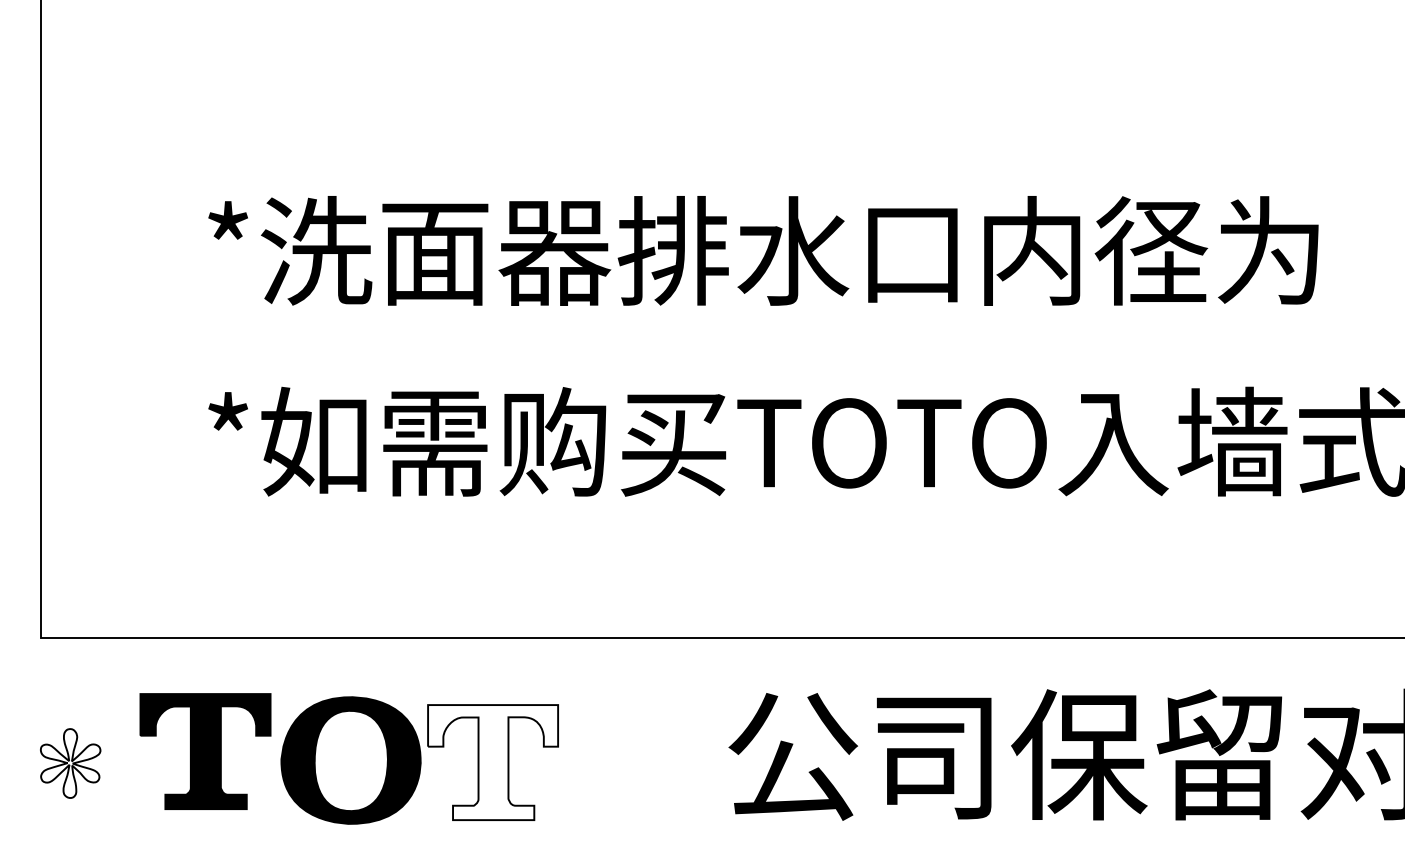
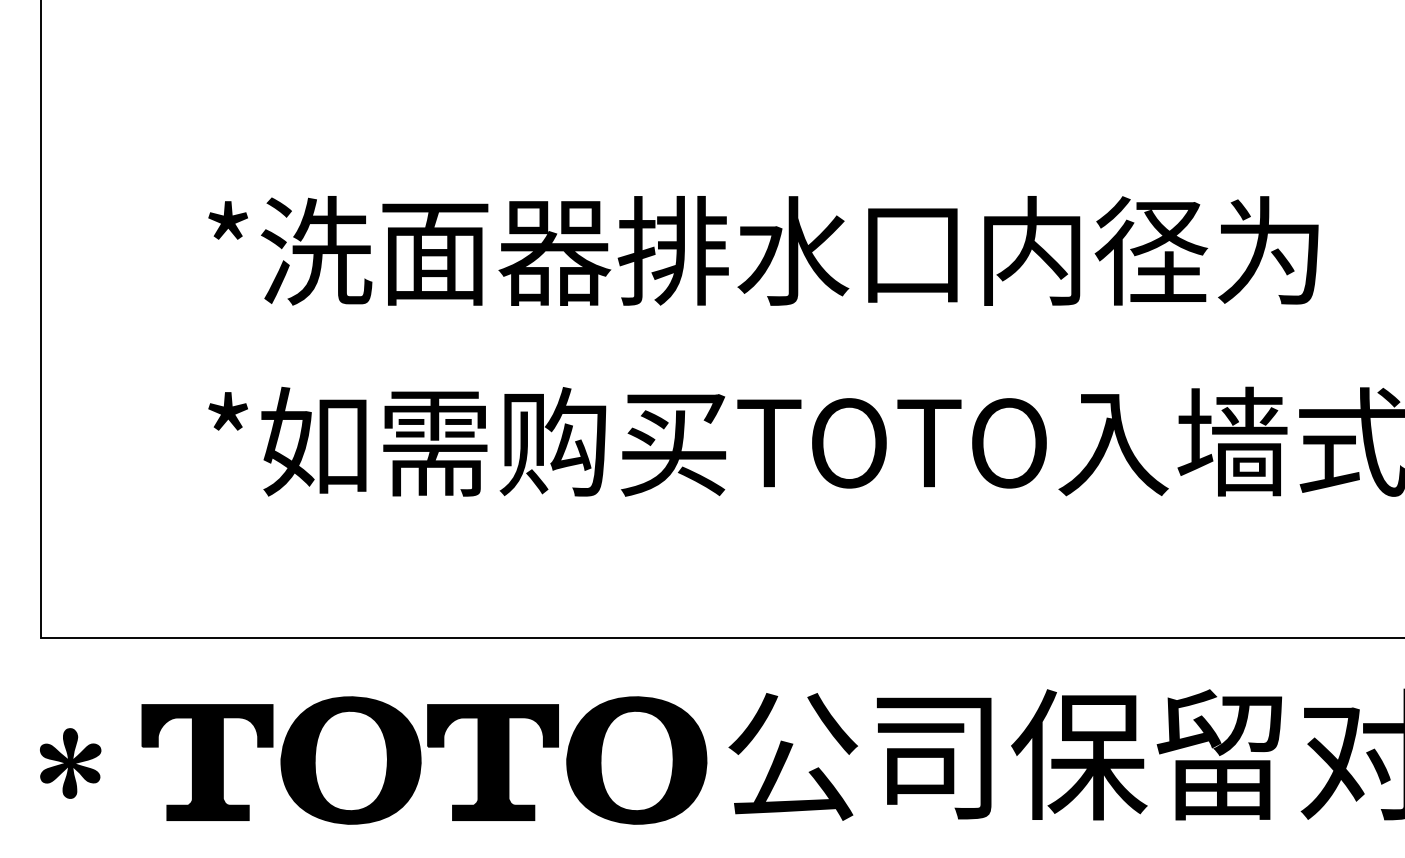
part at (205, 751) position: (205, 751) -> (207, 762)
part at (636, 760): none -> present
fill at (493, 762): none -> present
fill at (70, 763): none -> present
